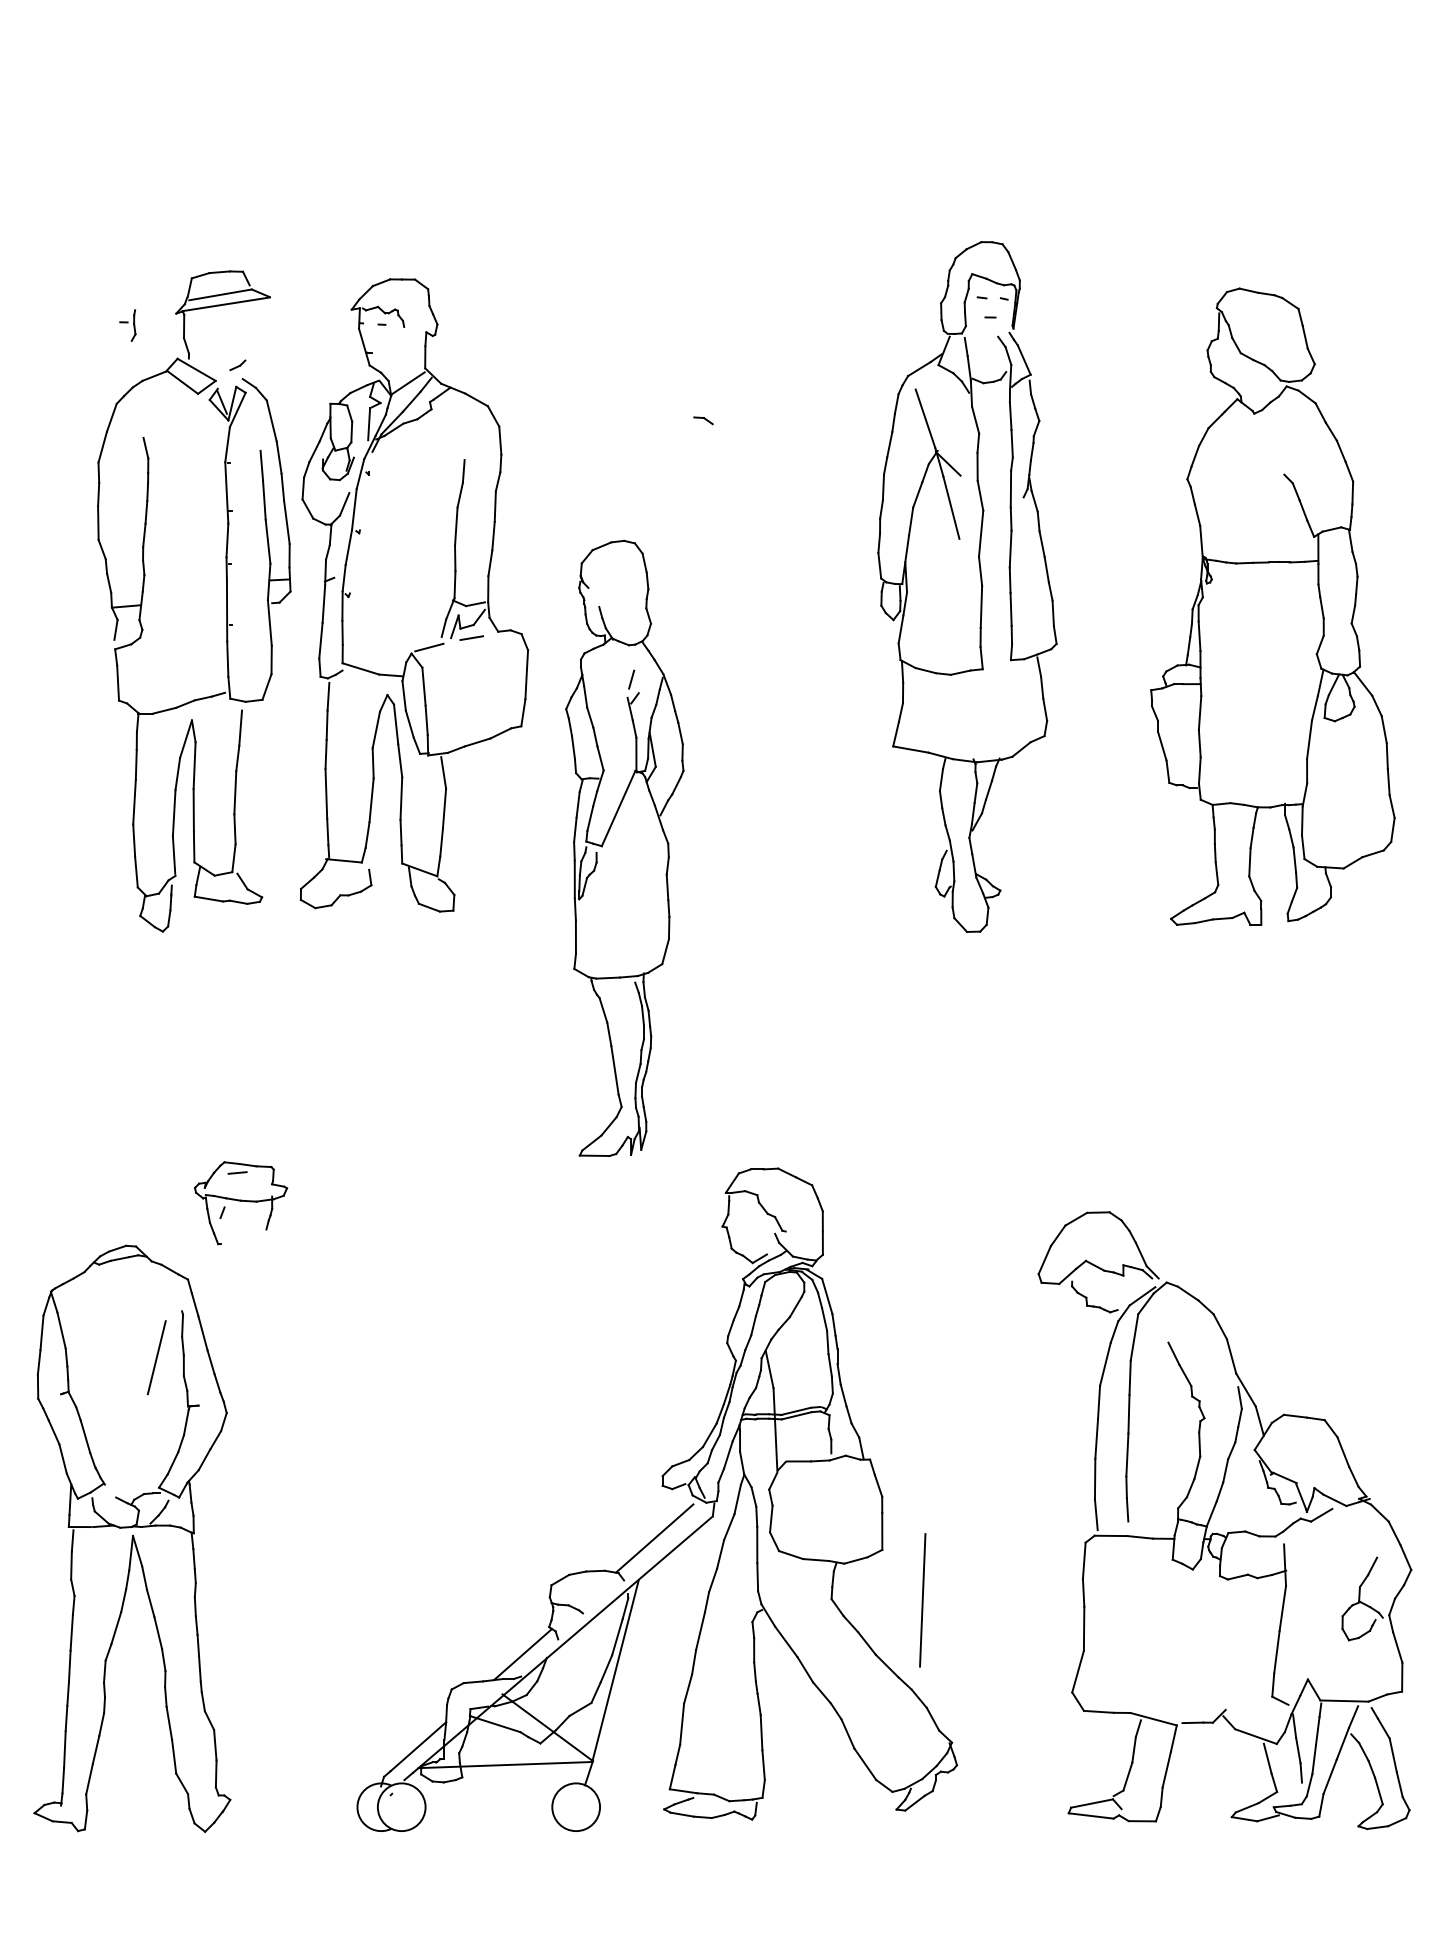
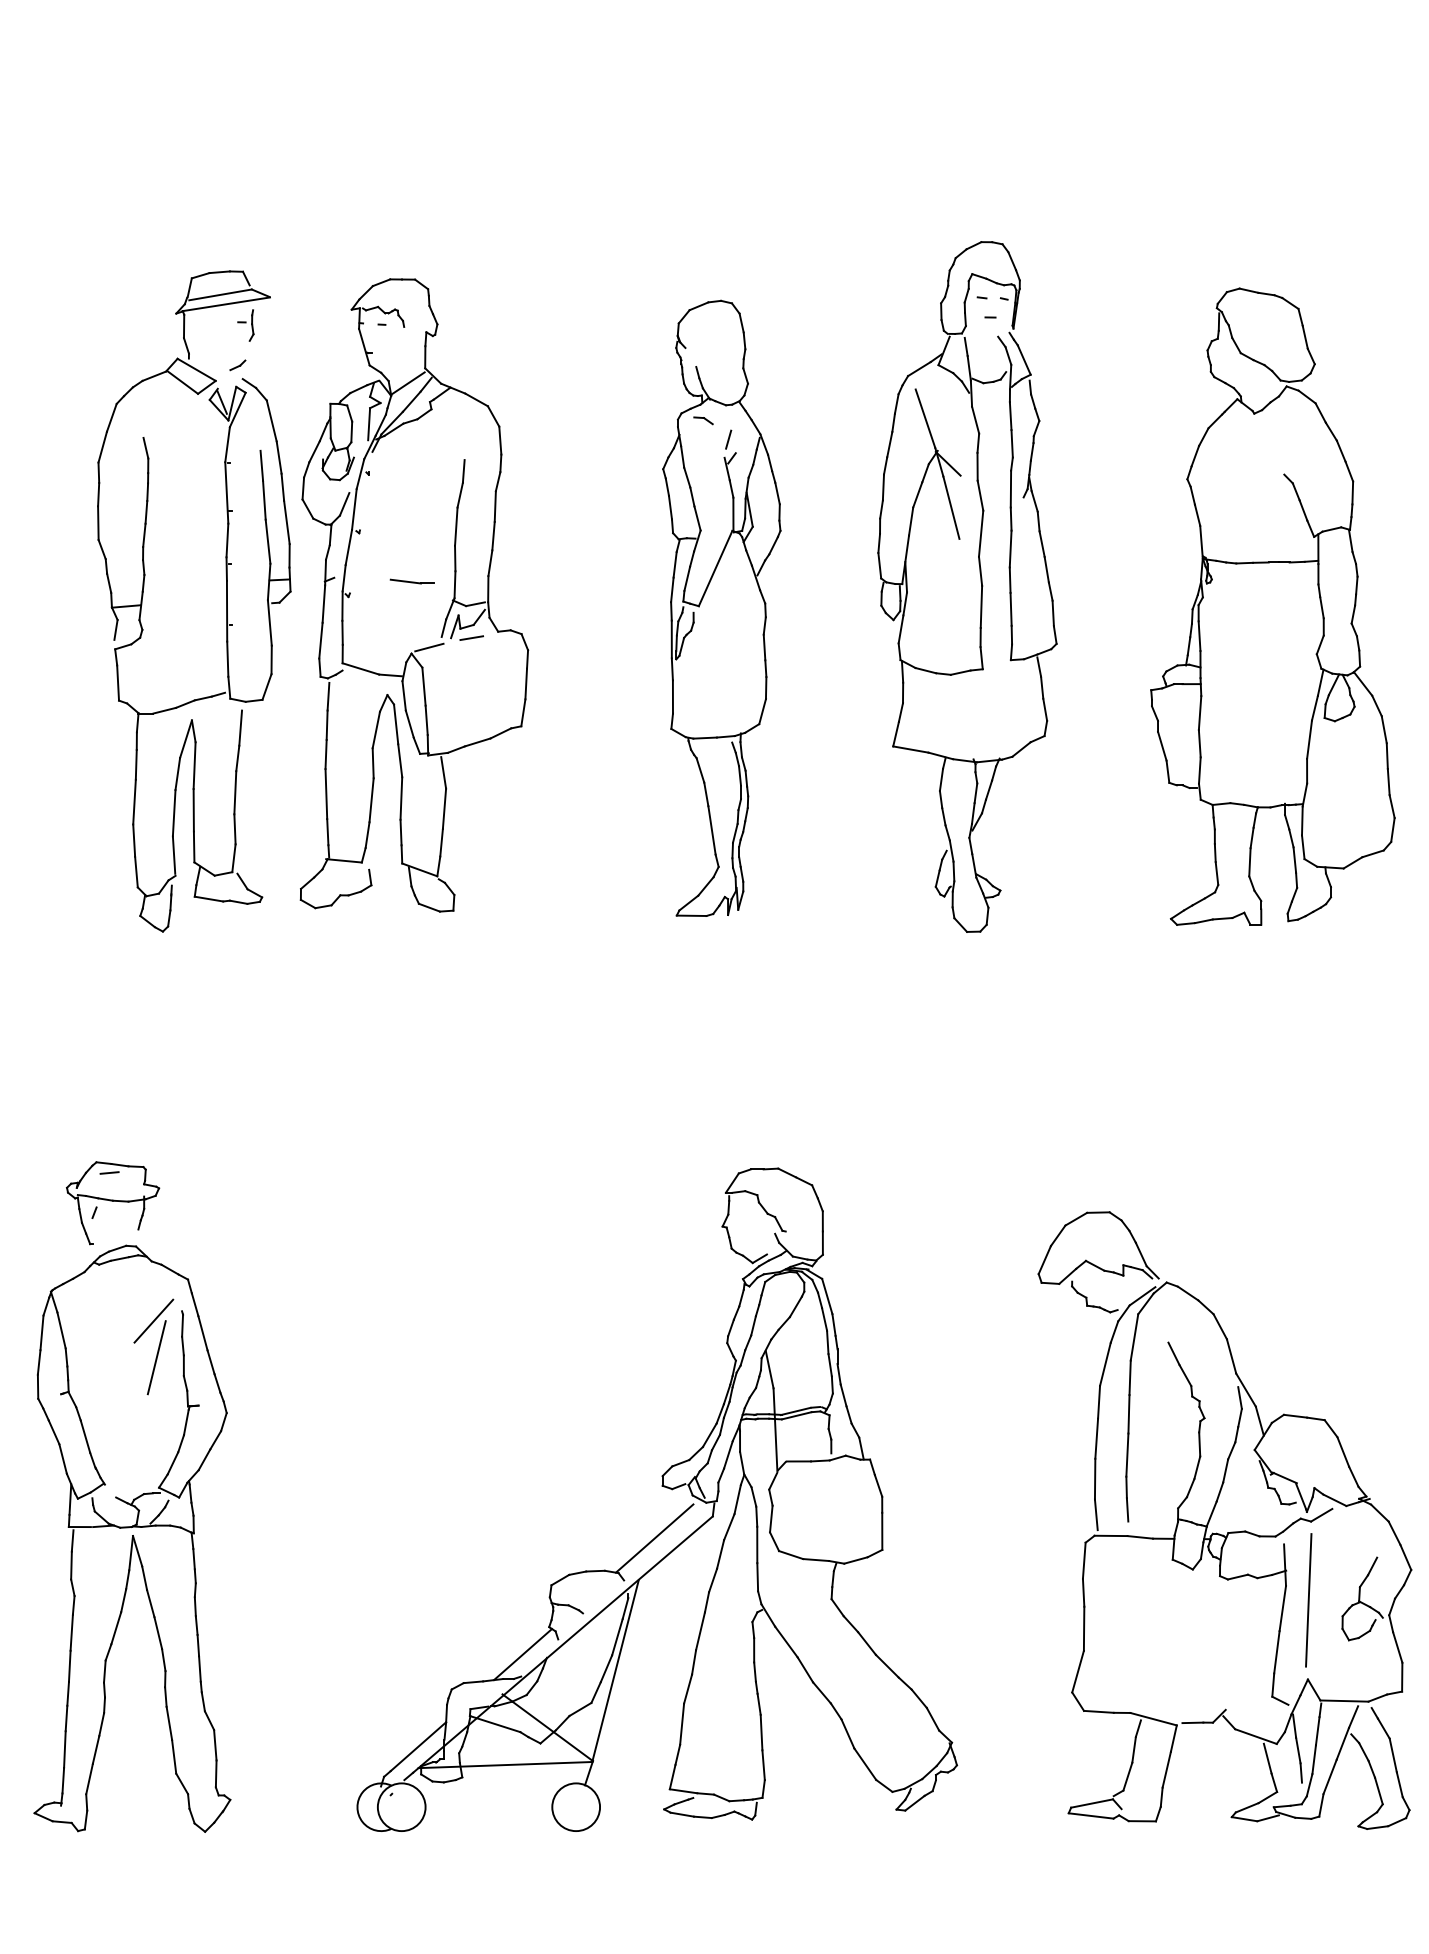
part at (127, 325) position: (127, 325) -> (245, 325)
part at (411, 581): none -> present
part at (624, 847) position: (624, 847) -> (721, 607)
part at (241, 1203) position: (241, 1203) -> (113, 1203)
line at (153, 1320): none -> present
line at (922, 1600) position: (922, 1600) -> (1308, 1600)
